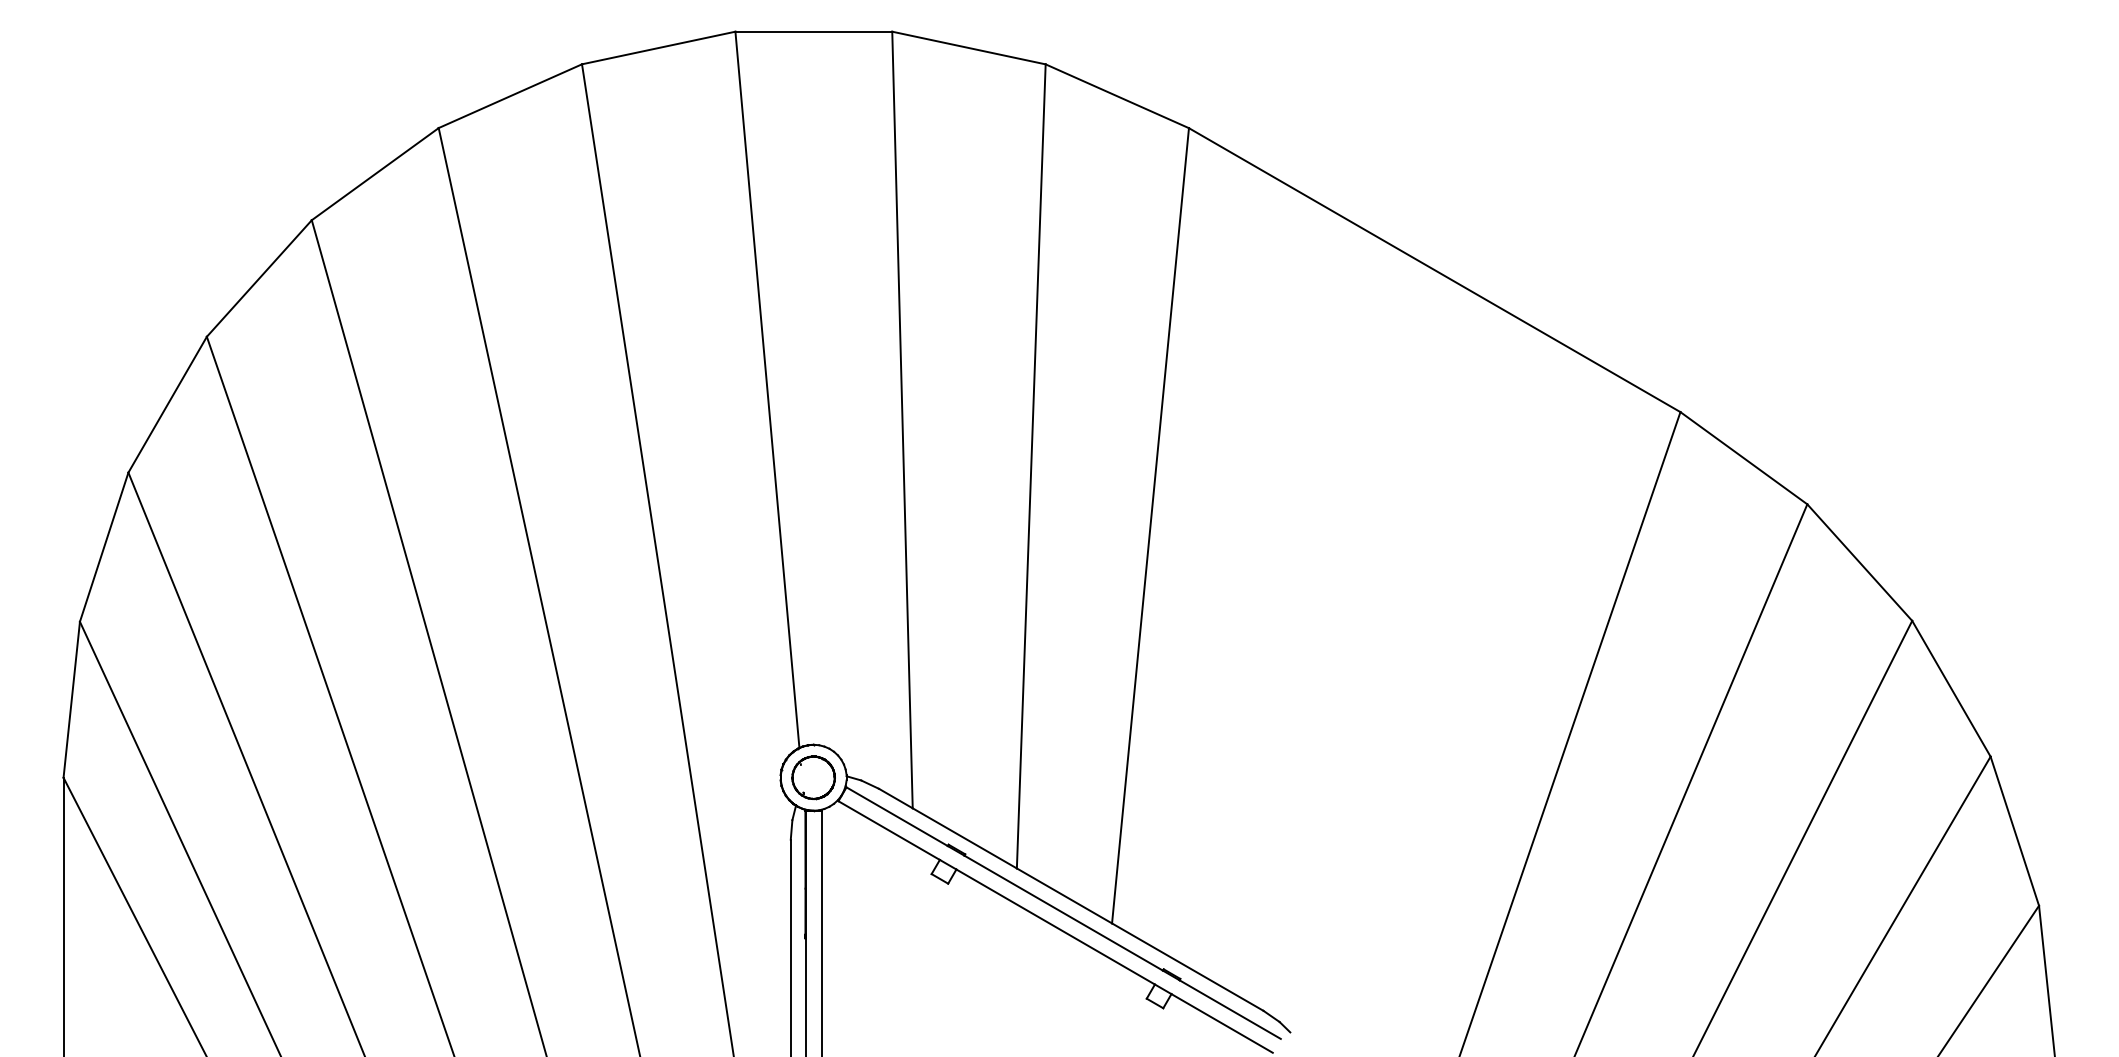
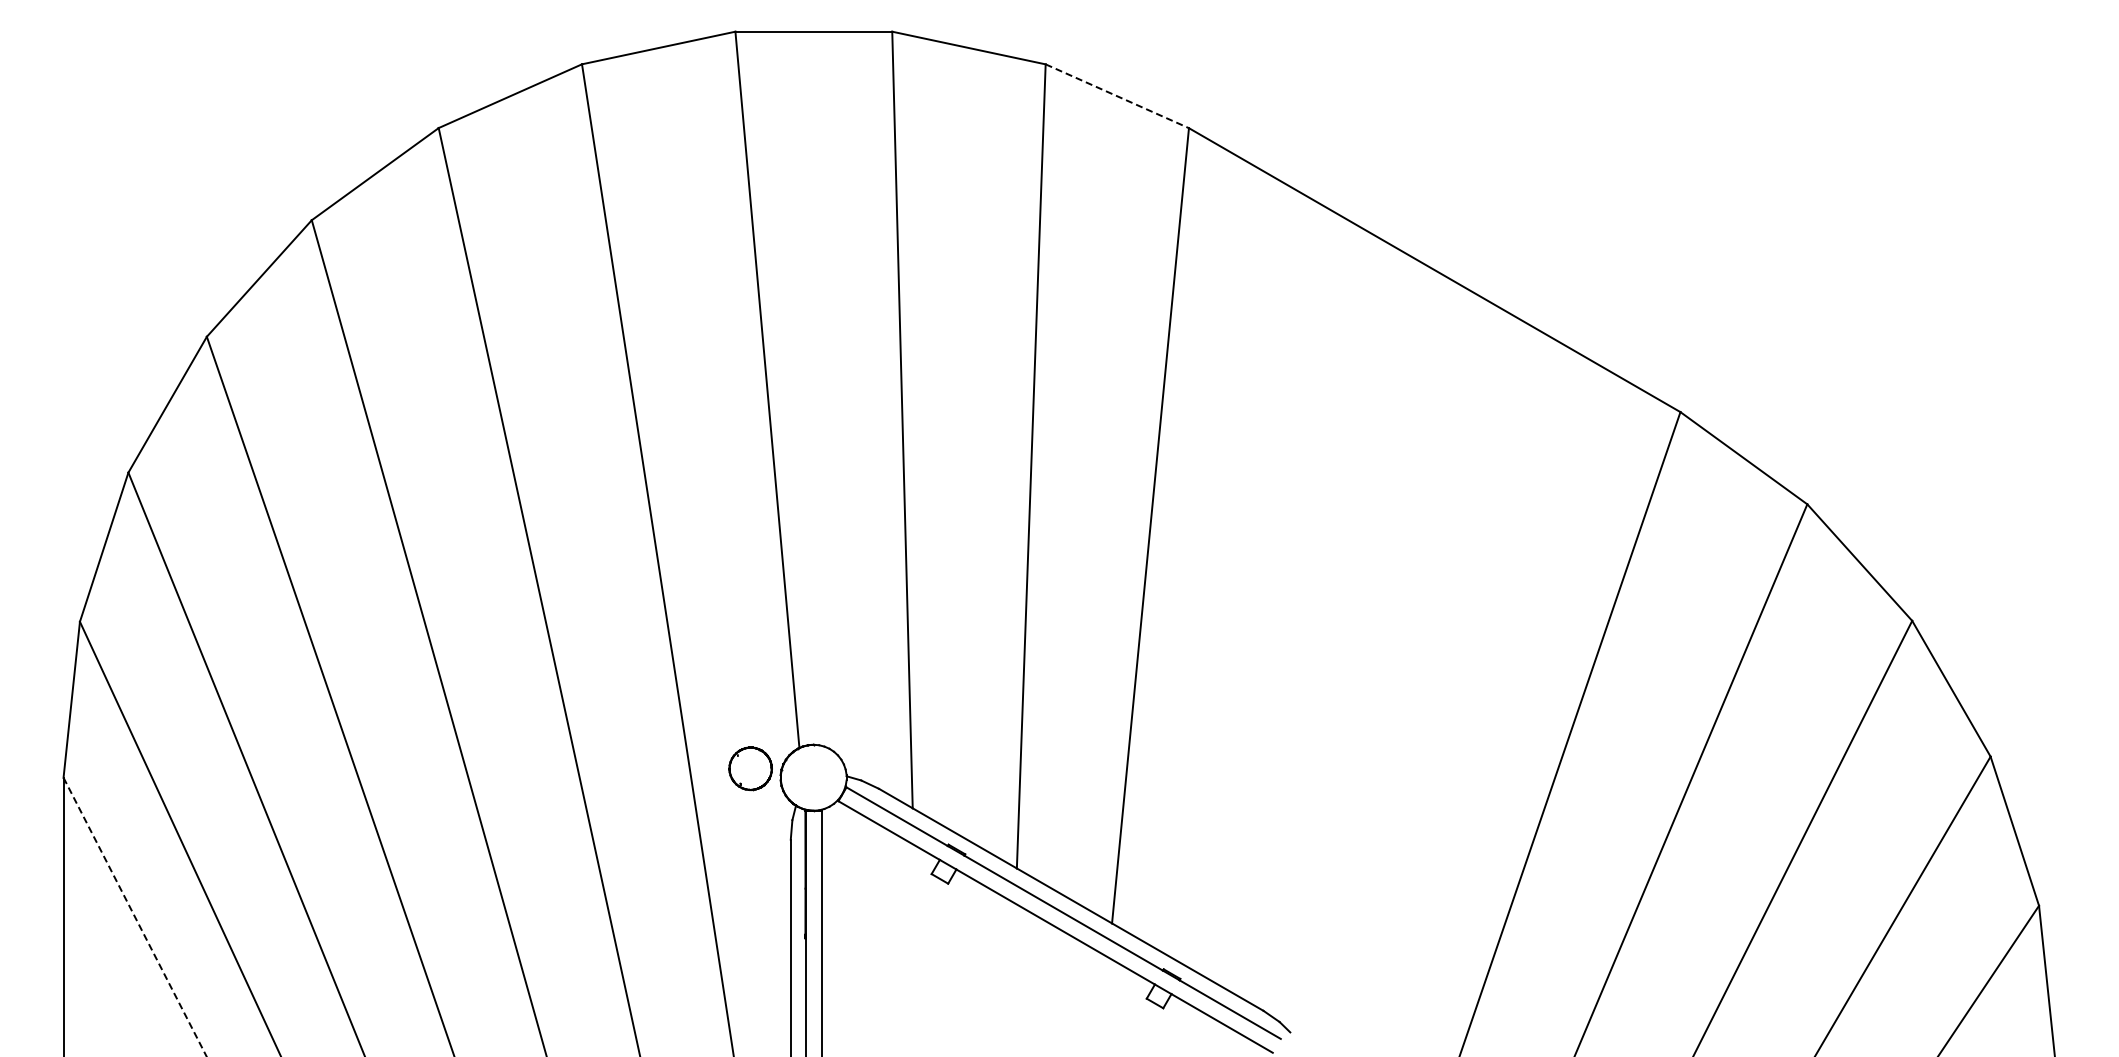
line at (1117, 96): solid -> dashed
part at (813, 777) position: (813, 777) -> (750, 768)
line at (135, 917): solid -> dashed
